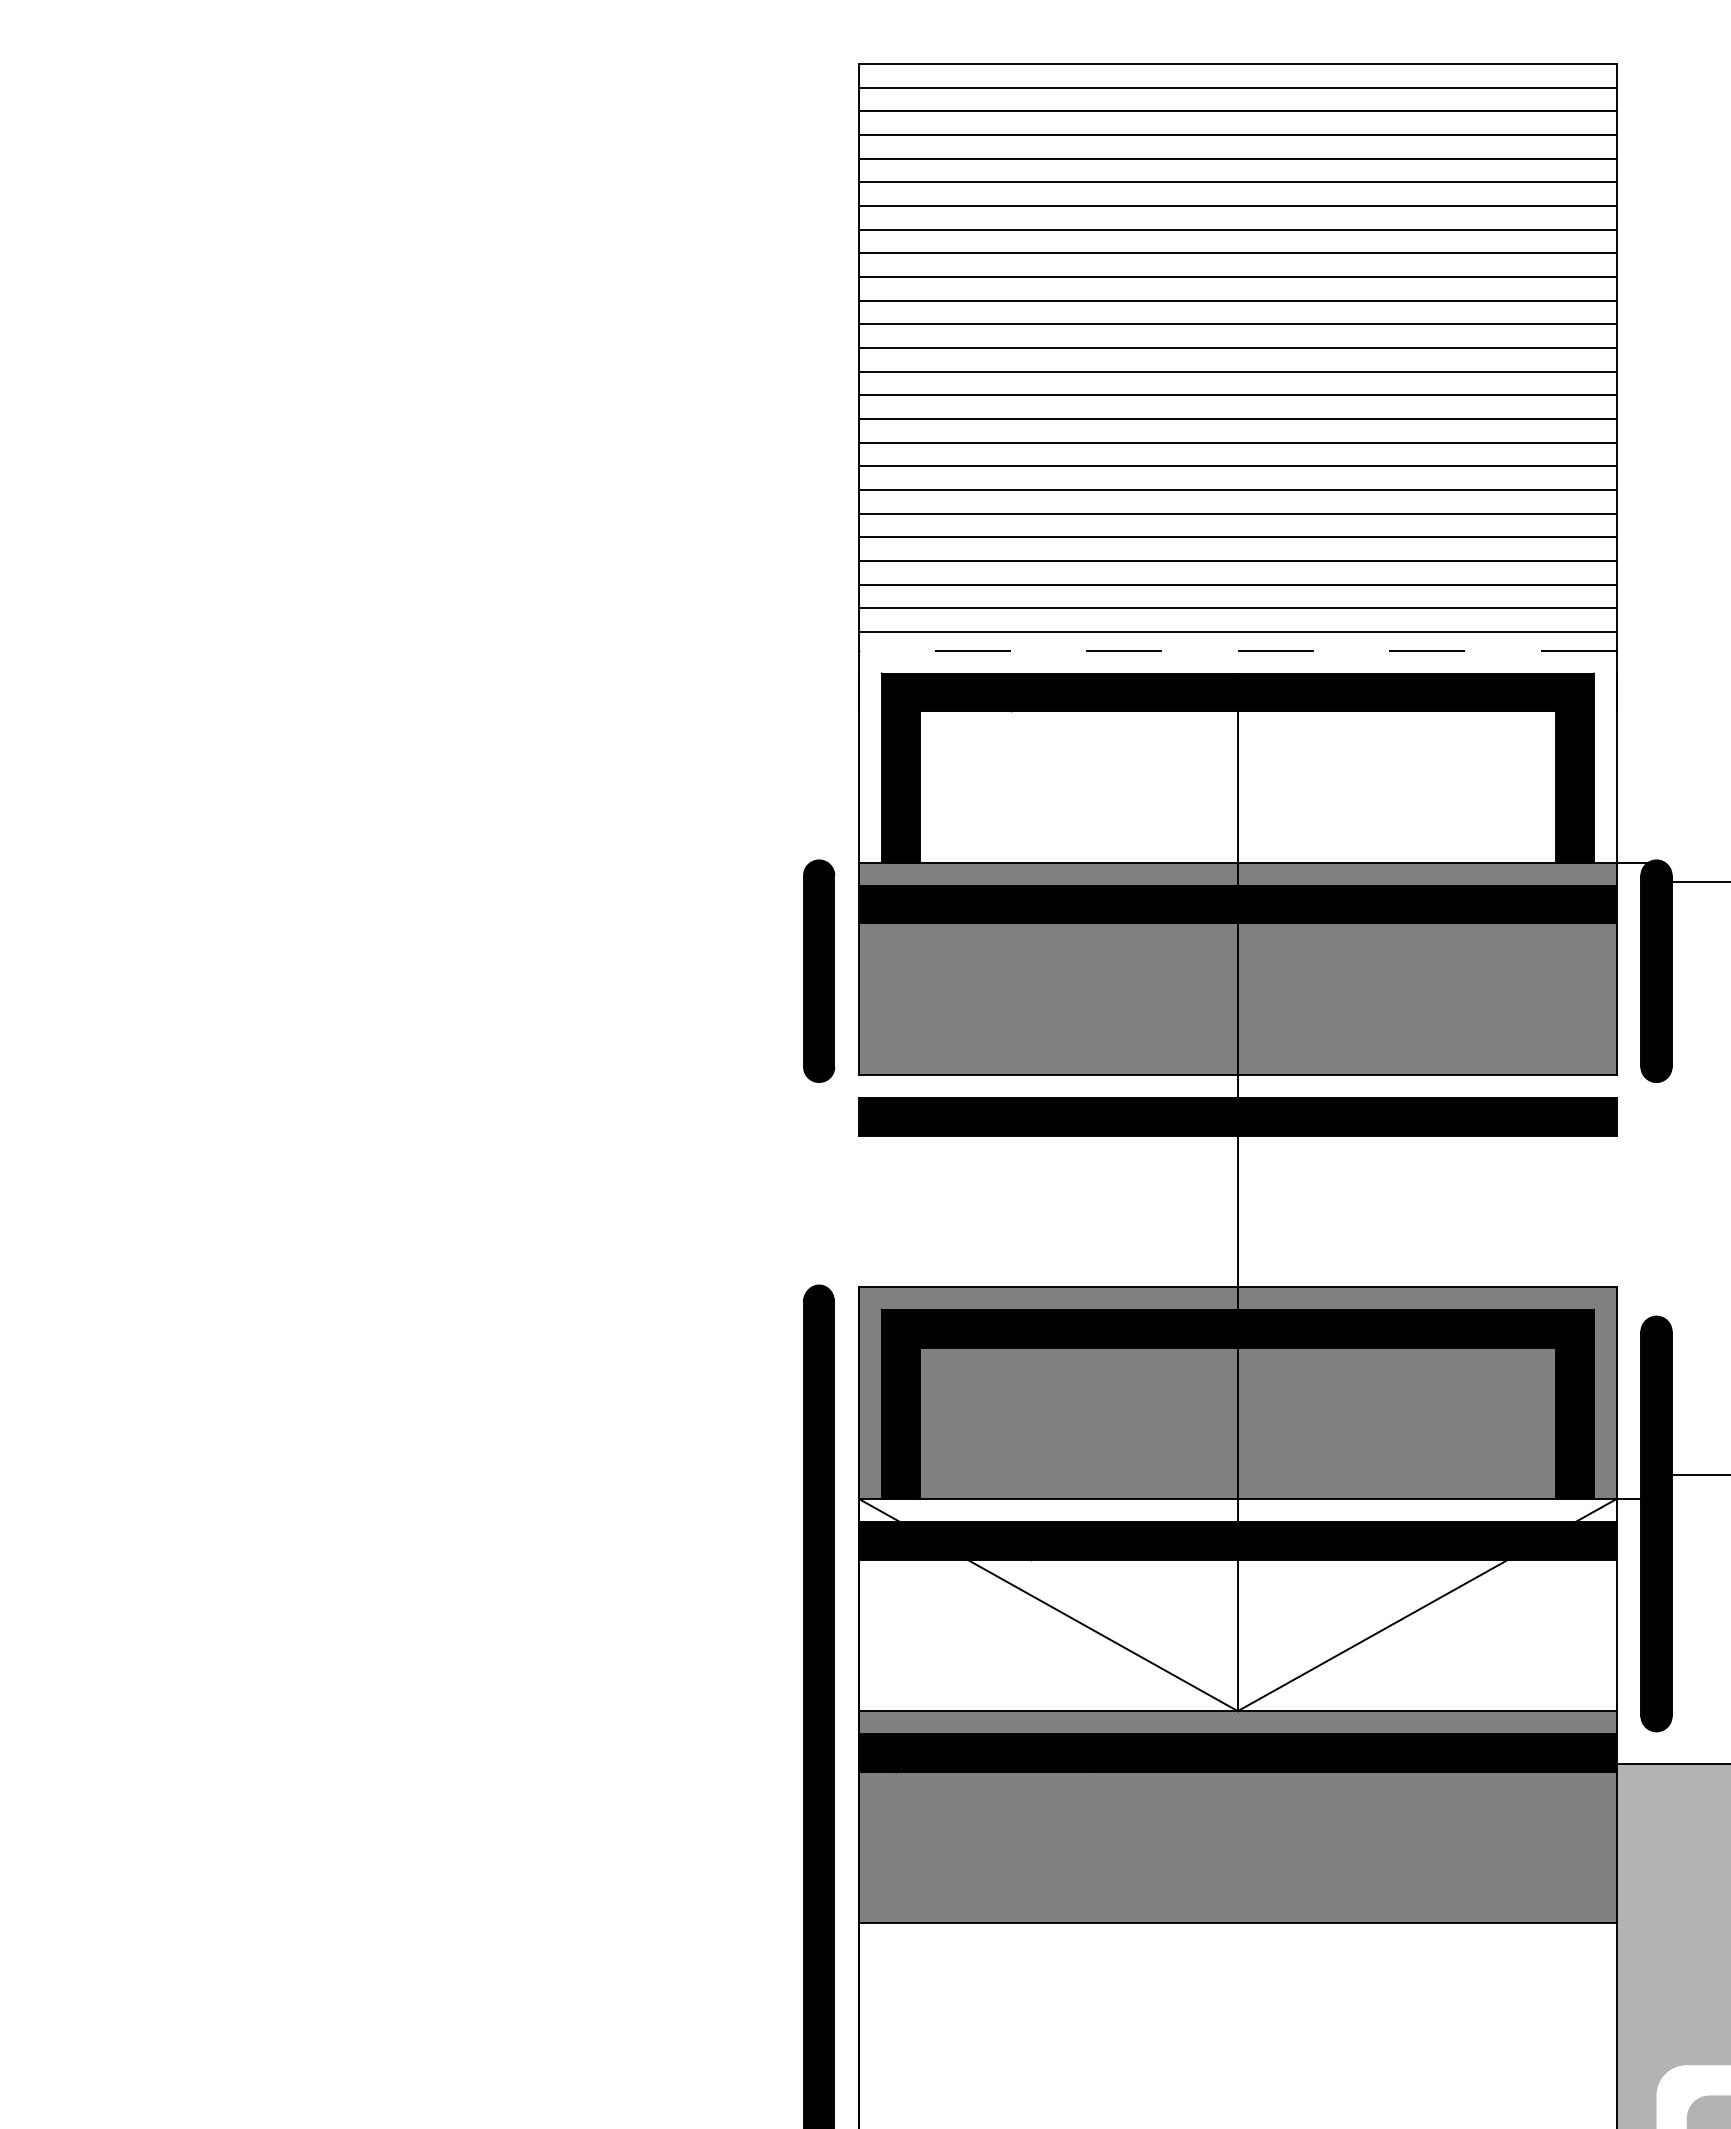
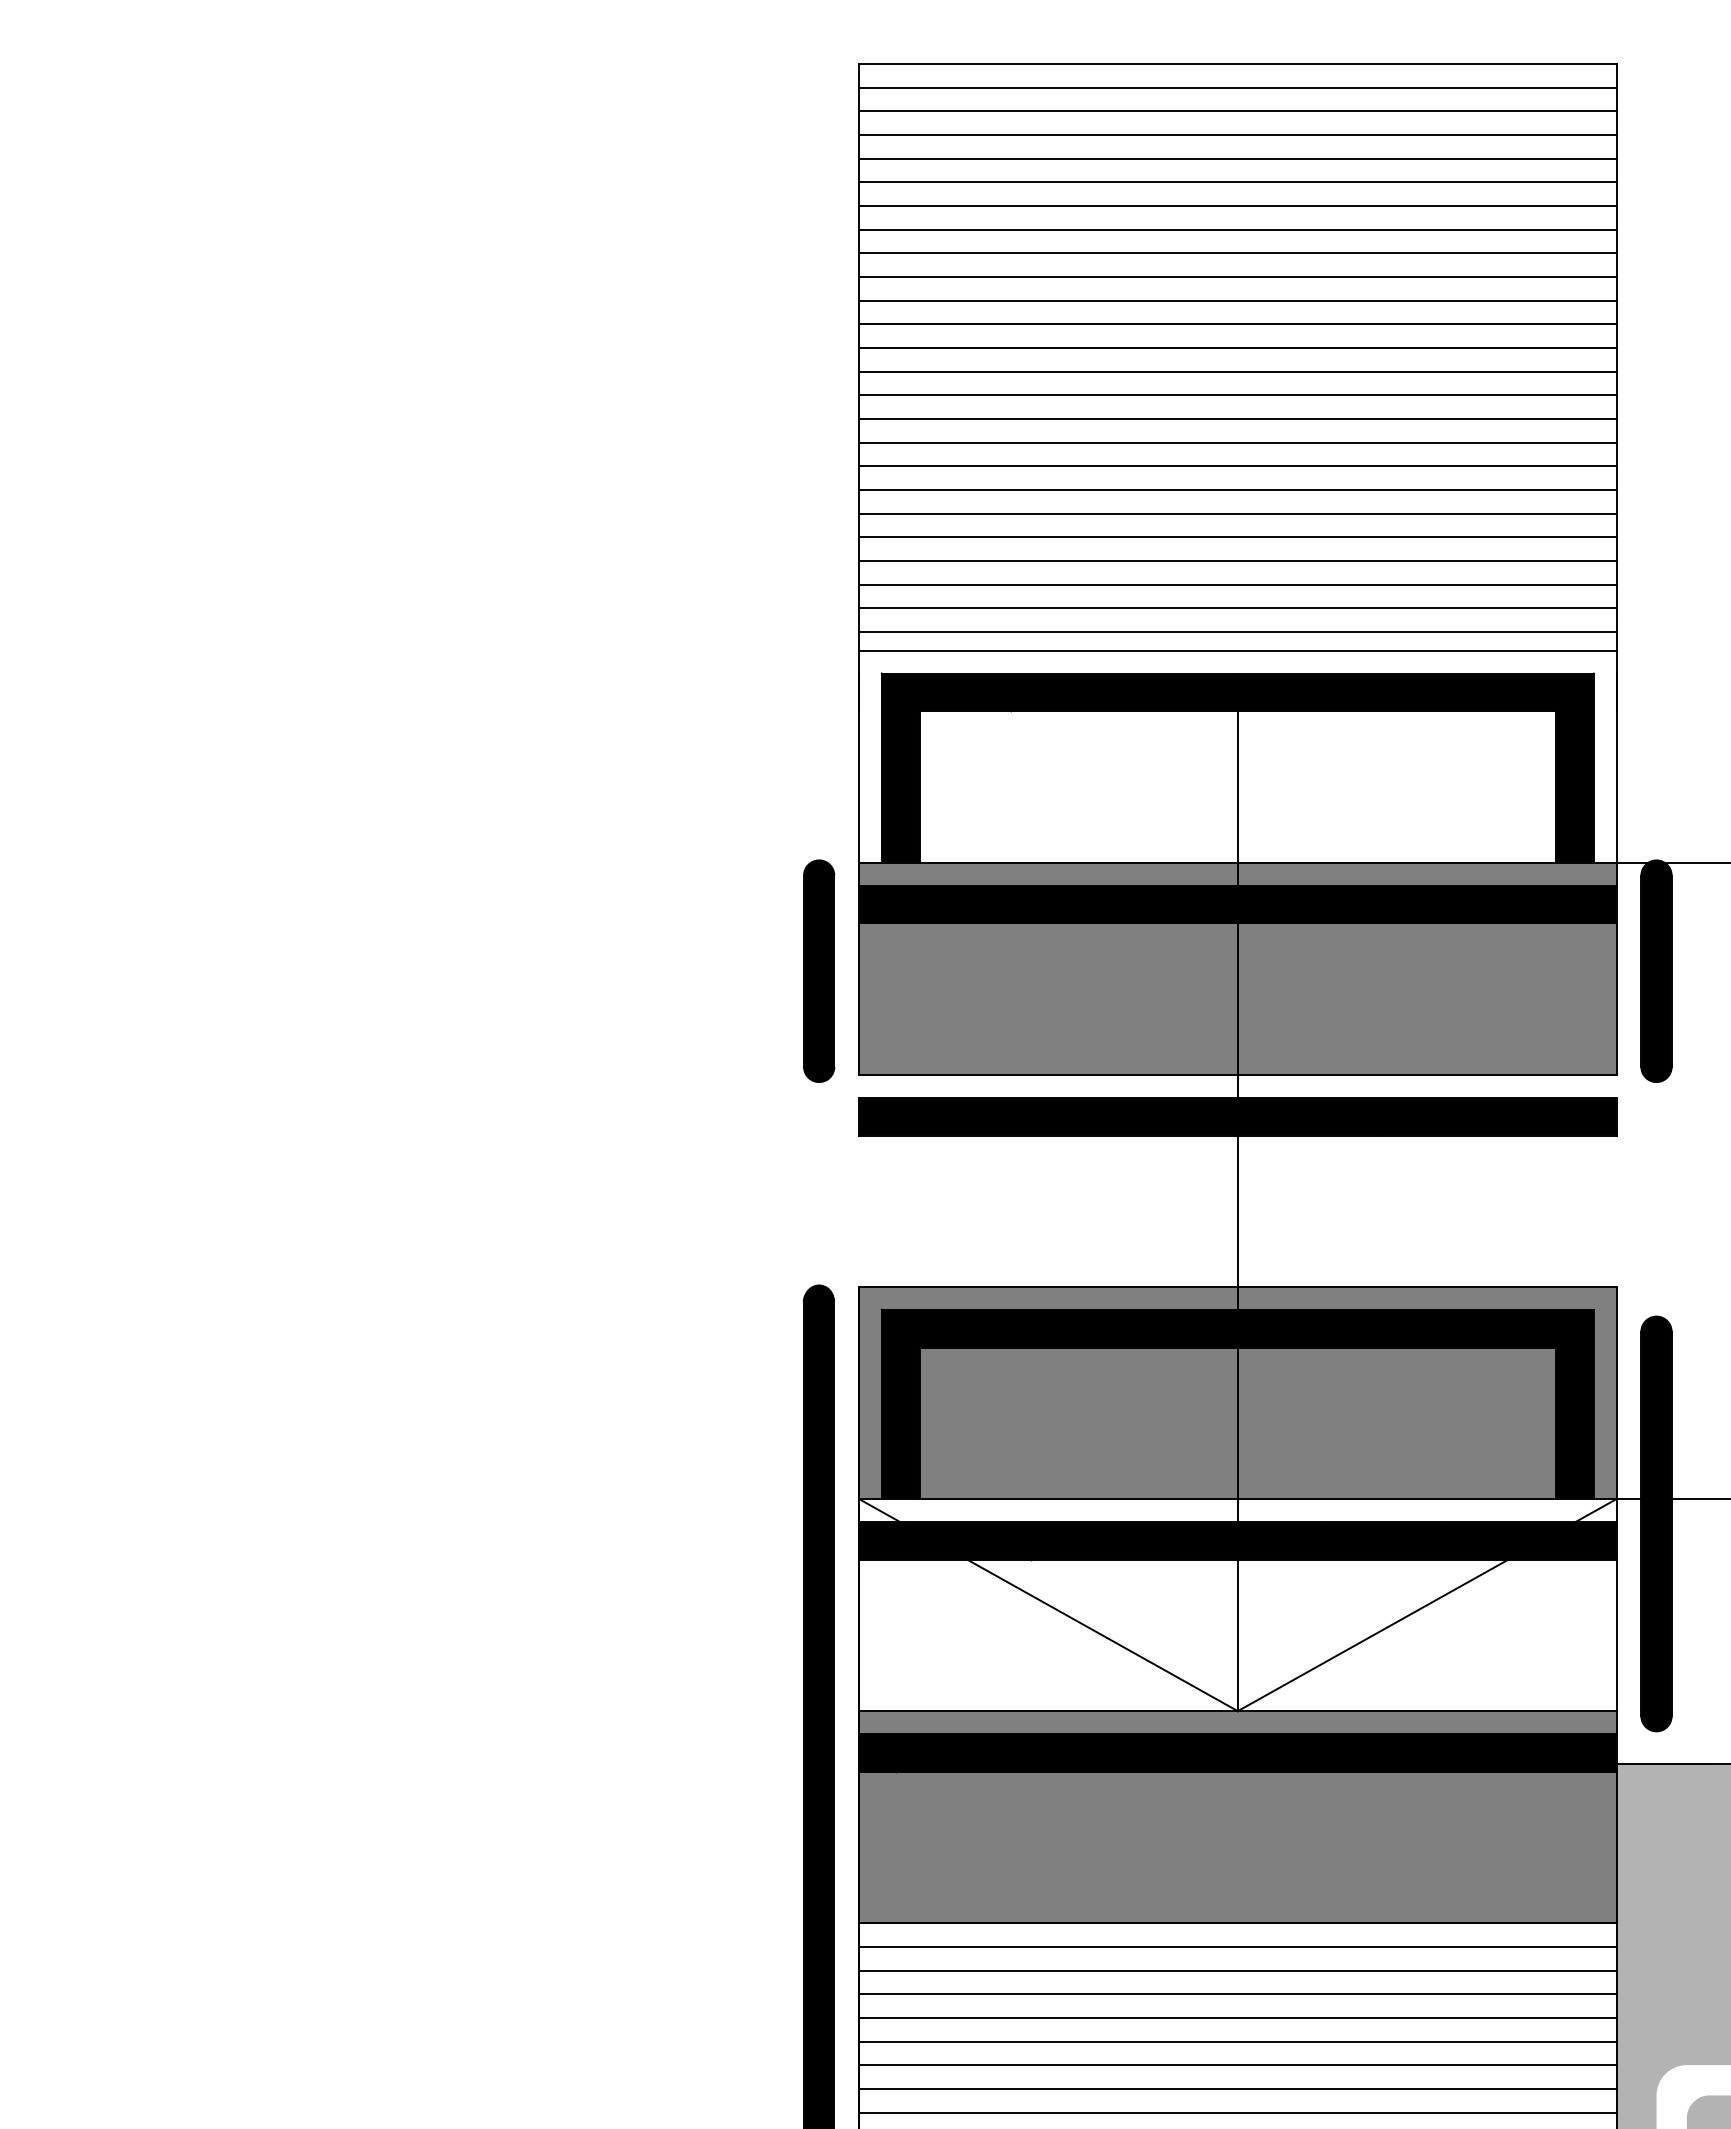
line at (1237, 650): dashed -> solid
line at (1695, 881) position: (1695, 881) -> (1695, 862)
line at (1699, 1475) position: (1699, 1475) -> (1699, 1499)
hatch at (1237, 2017): none -> present
